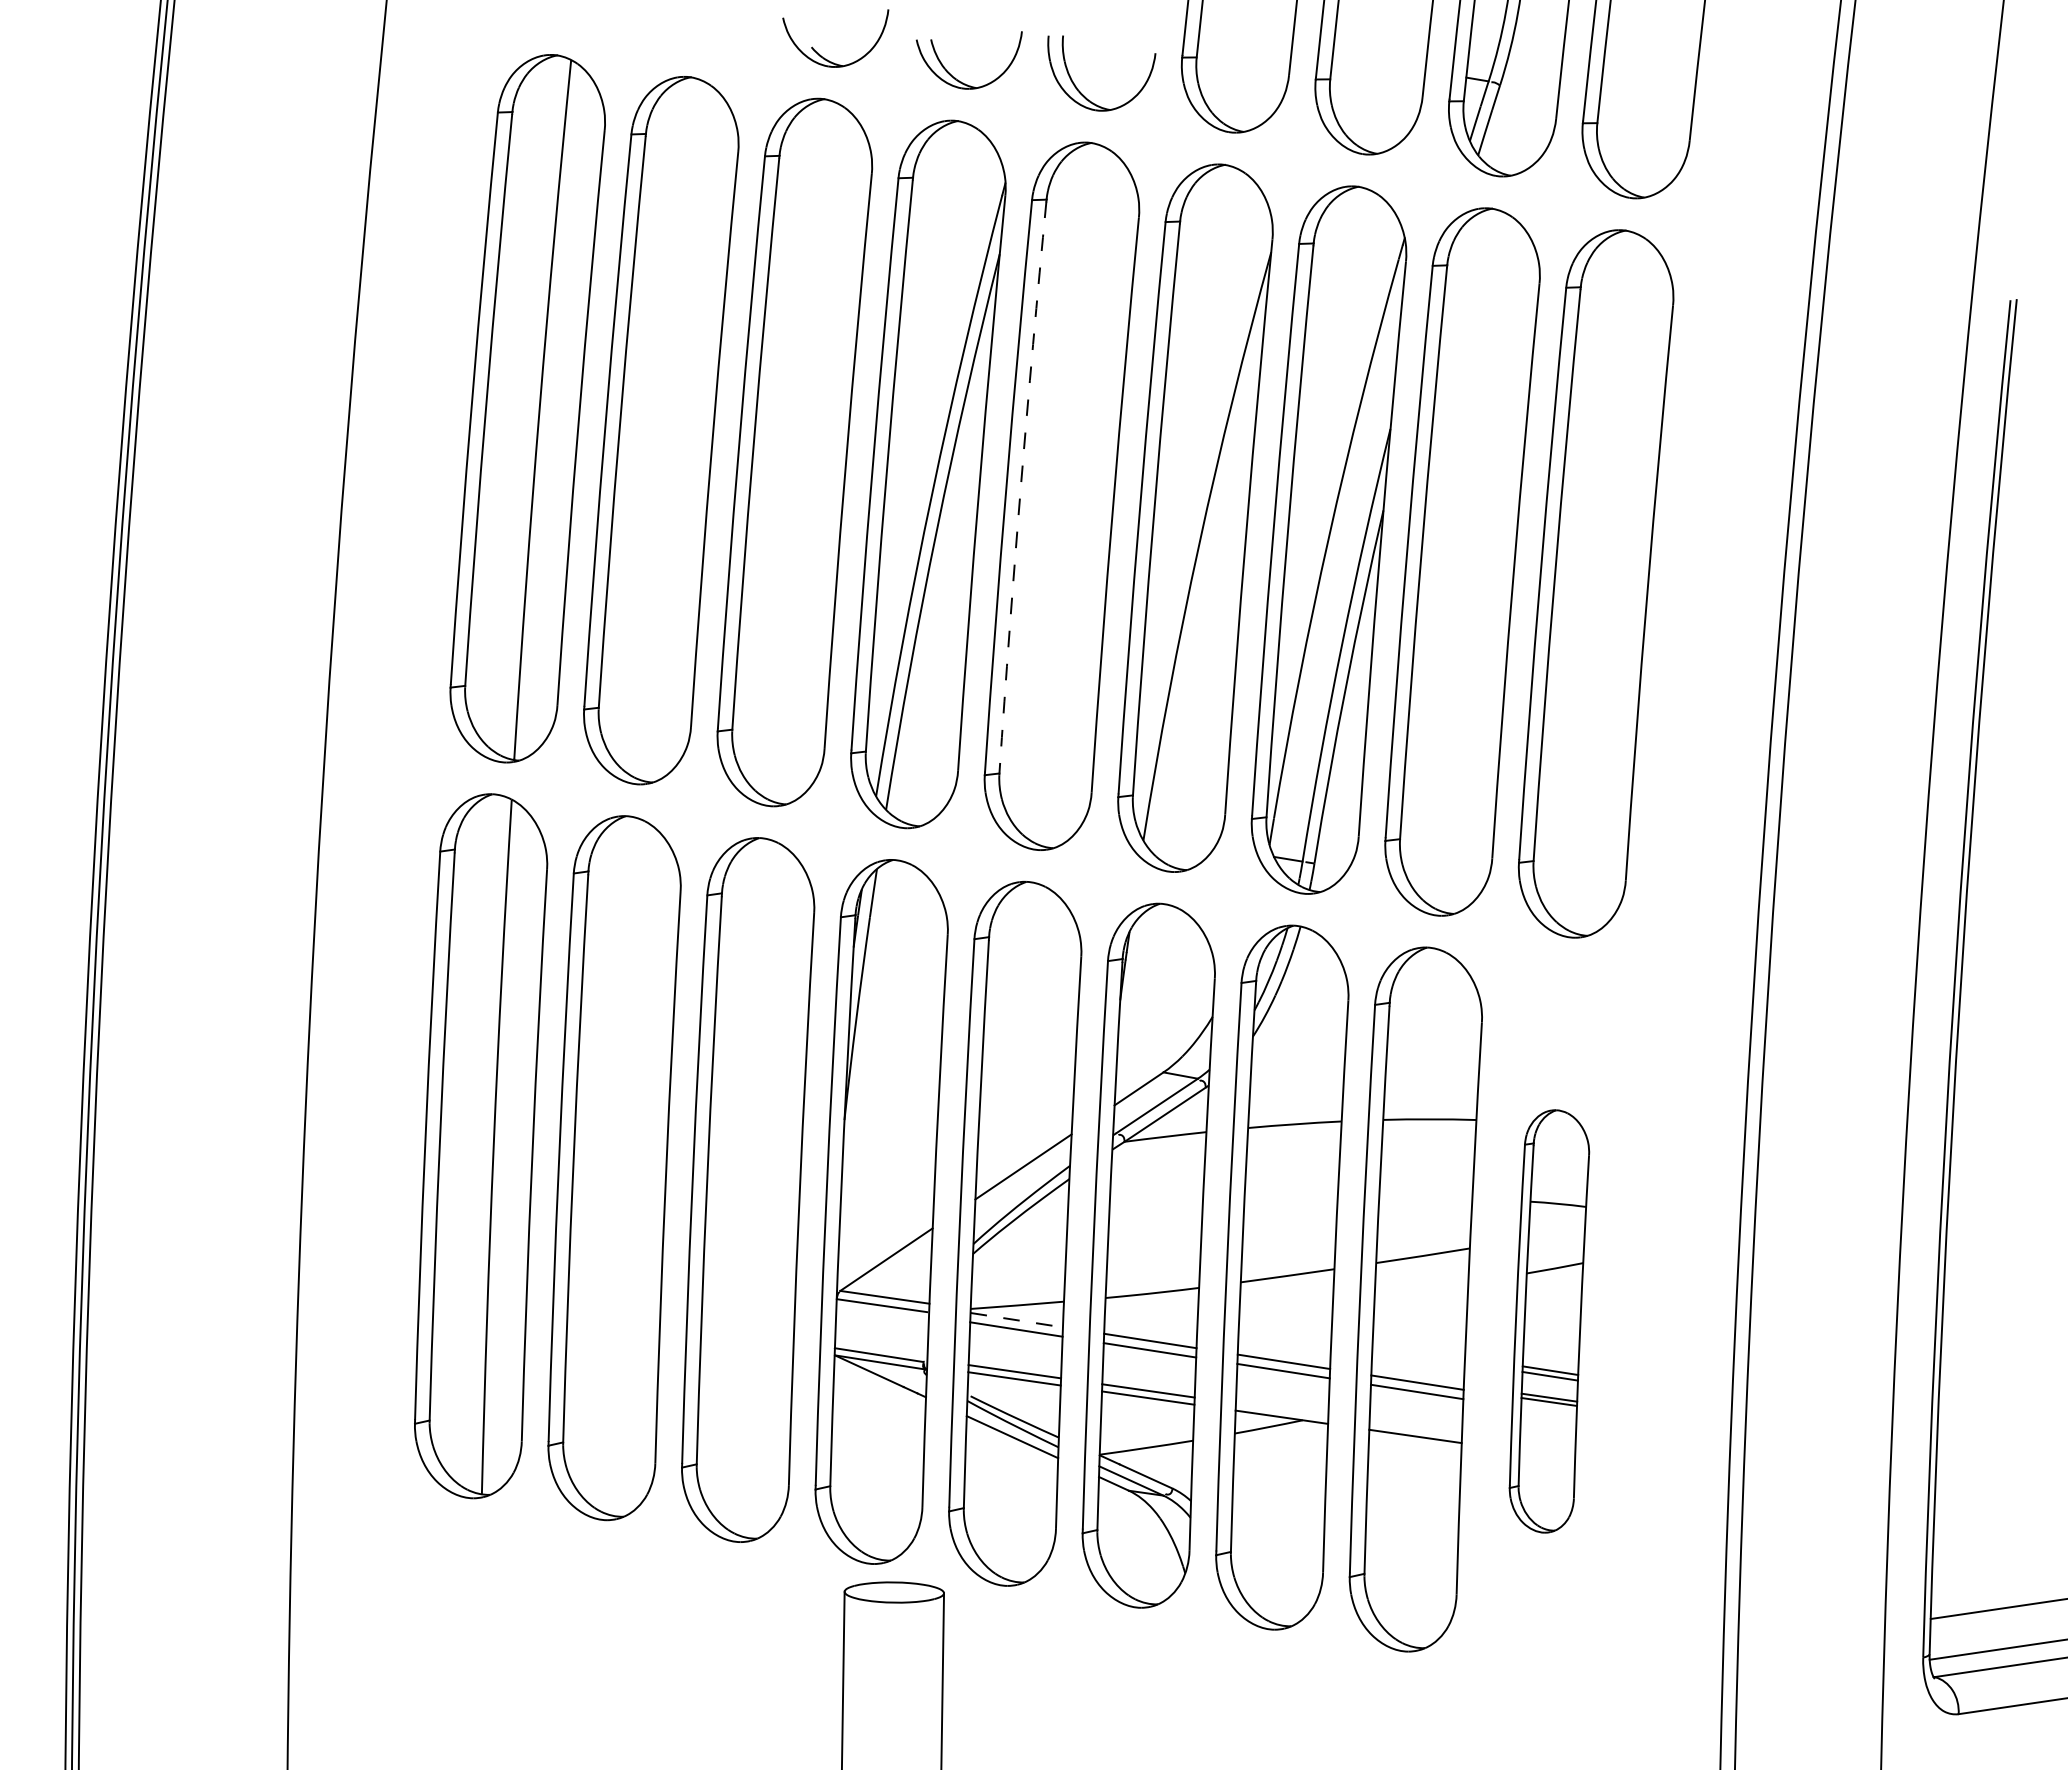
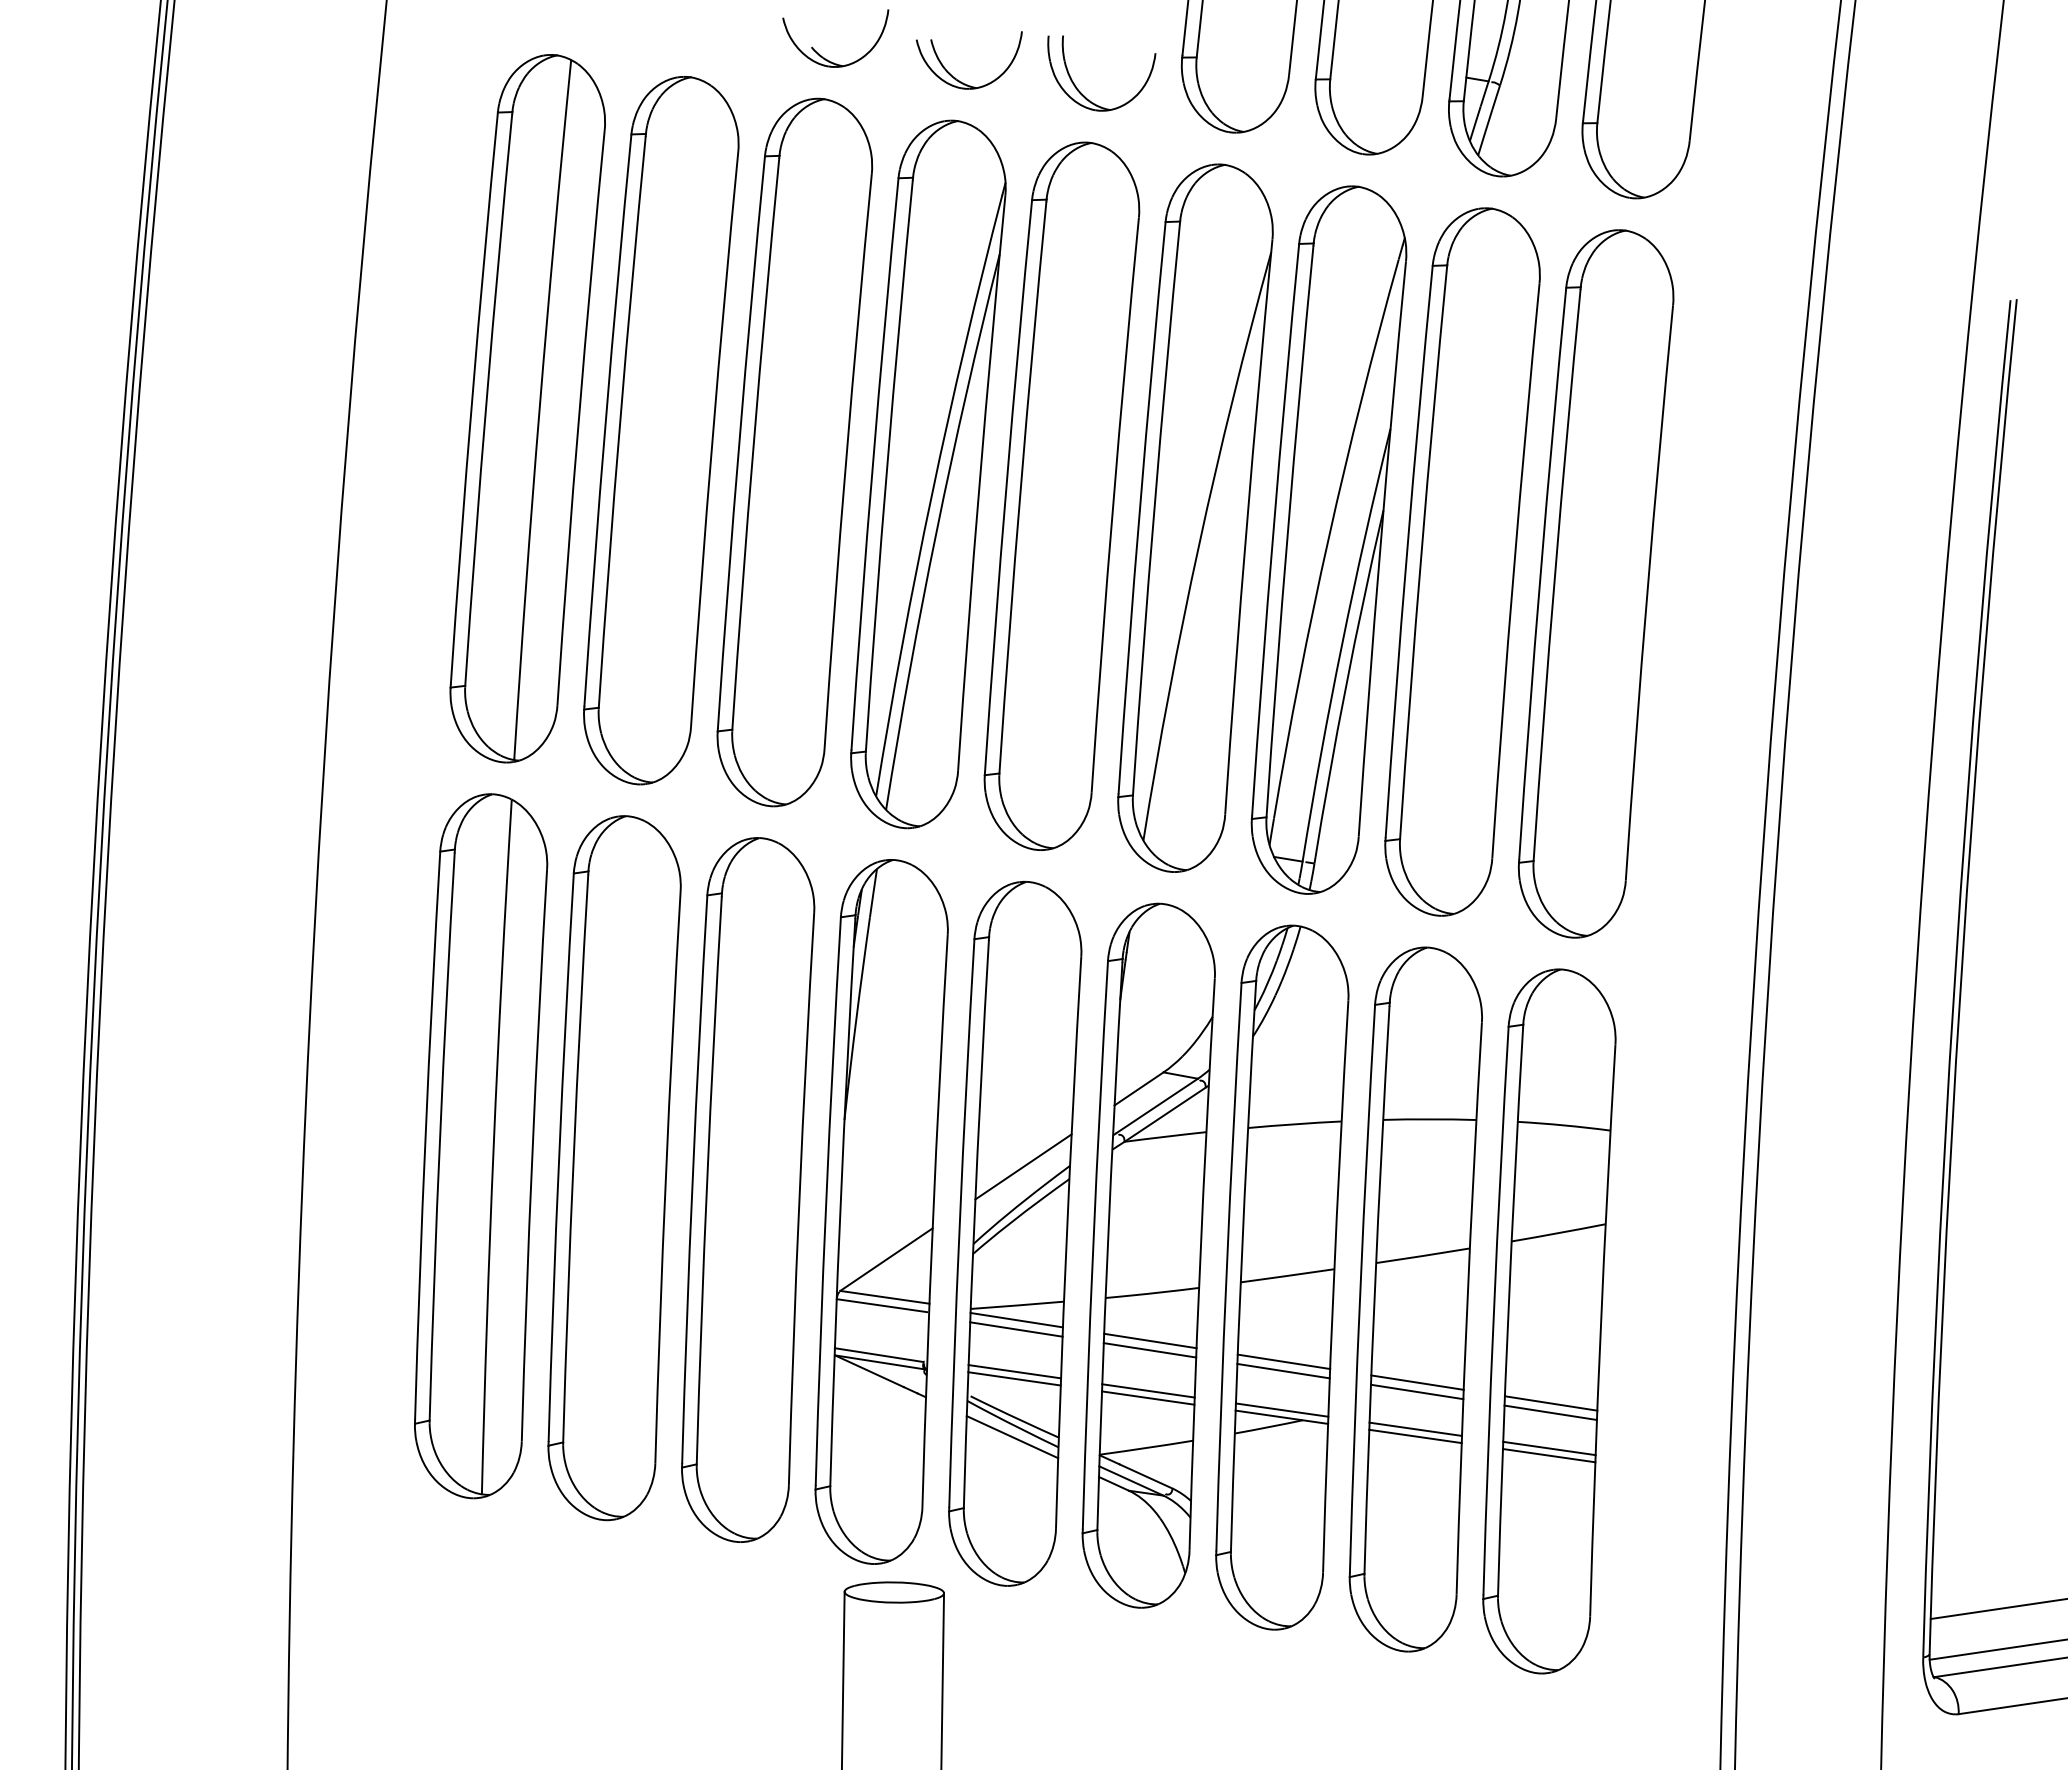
arc at (1020, 487): dashed -> solid
line at (1016, 1320): dashed -> solid
part at (1549, 1321) size: 83x425 px -> 135x707 px
line at (1281, 1409): none -> present
line at (1415, 1428): none -> present
